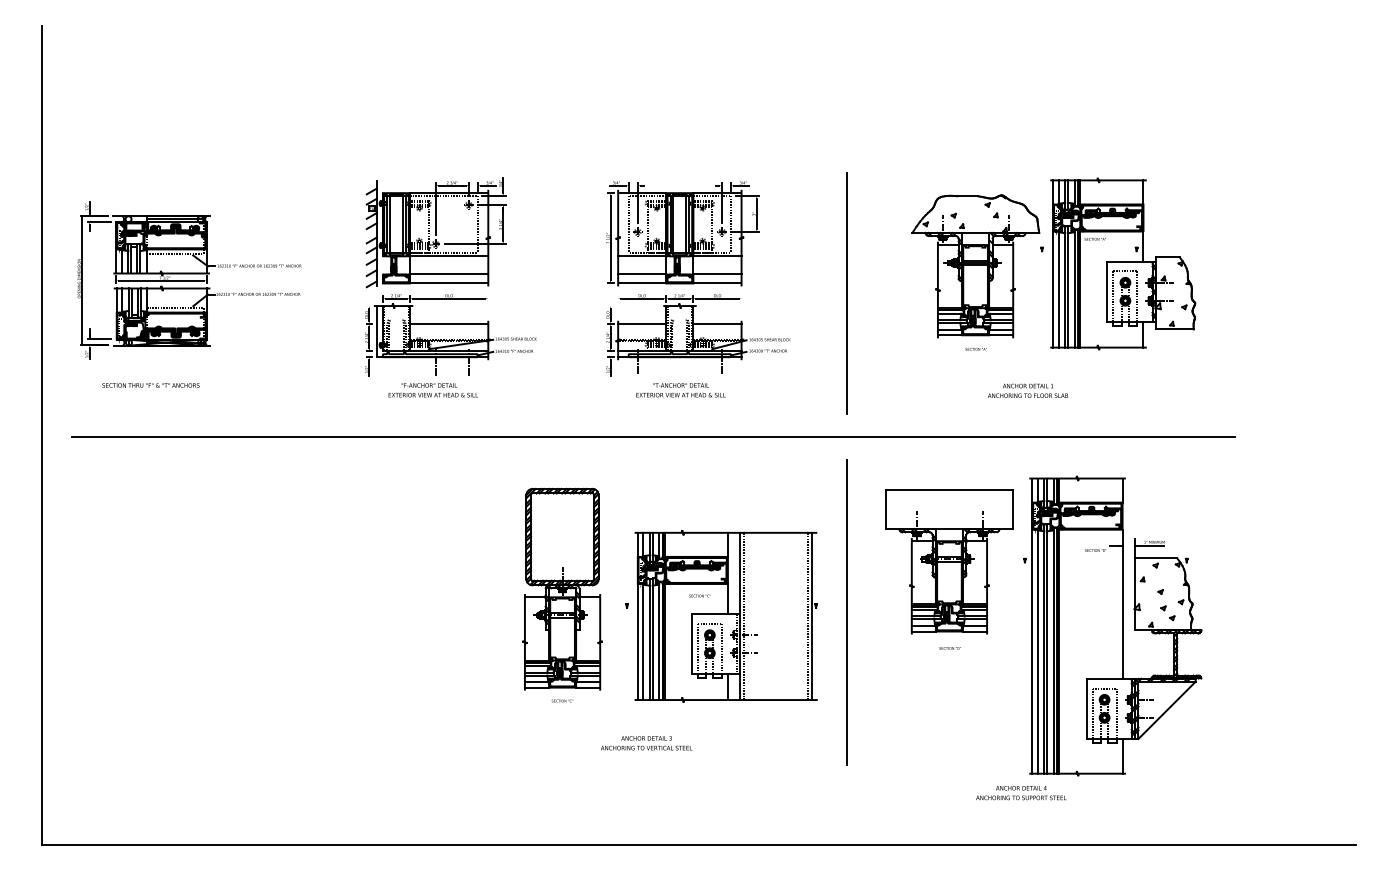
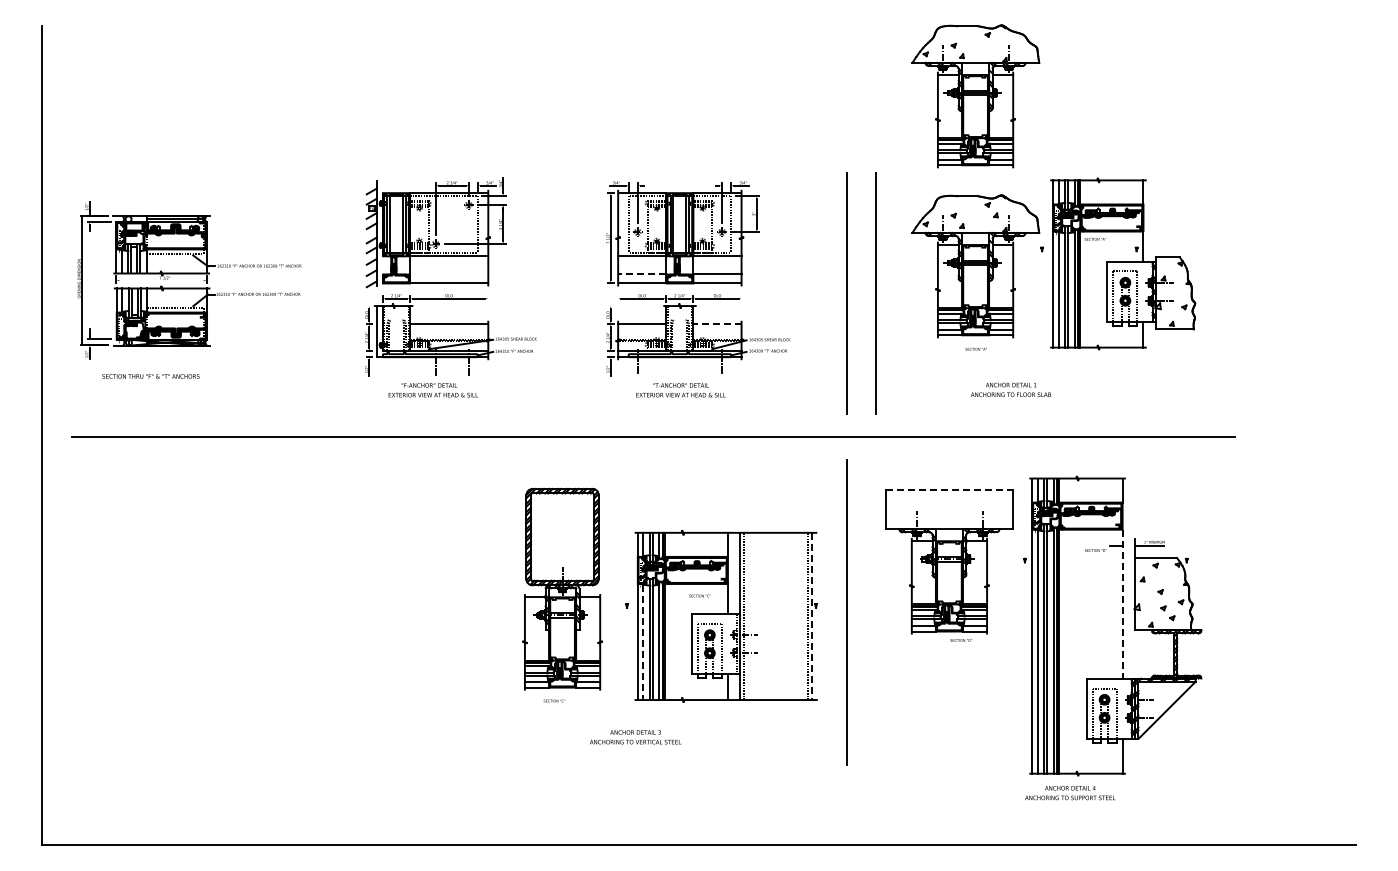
part at (975, 96): none -> present
line at (449, 274): present -> none
line at (641, 274): solid -> dashed
line at (161, 280): present -> none
line at (875, 293): none -> present
line at (716, 324): solid -> dashed
text at (150, 385) position: (150, 385) -> (150, 376)
text at (1027, 390) position: (1027, 390) -> (1010, 389)
line at (950, 490): solid -> dashed
line at (1122, 604): solid -> dashed
line at (812, 617): solid -> dashed
line at (643, 642): solid -> dashed
text at (949, 648) position: (949, 648) -> (960, 640)
text at (562, 700) position: (562, 700) -> (554, 700)
text at (646, 743) position: (646, 743) -> (635, 737)
text at (1021, 793) position: (1021, 793) -> (1070, 793)
